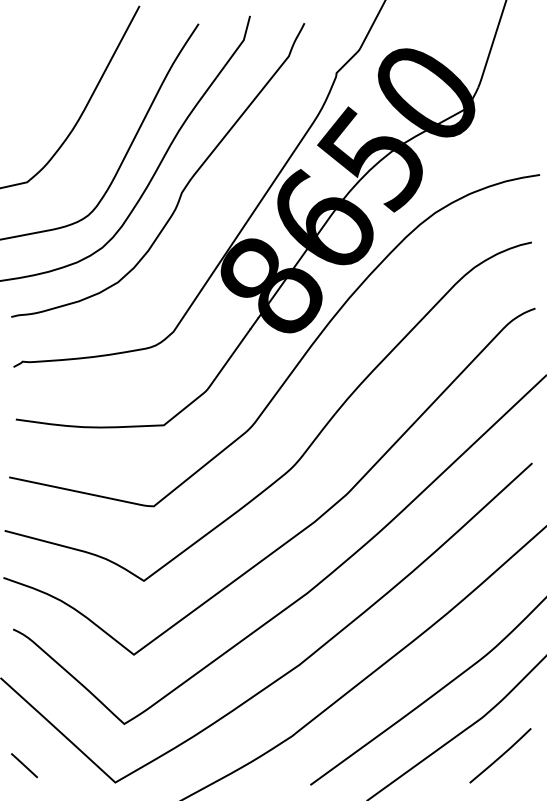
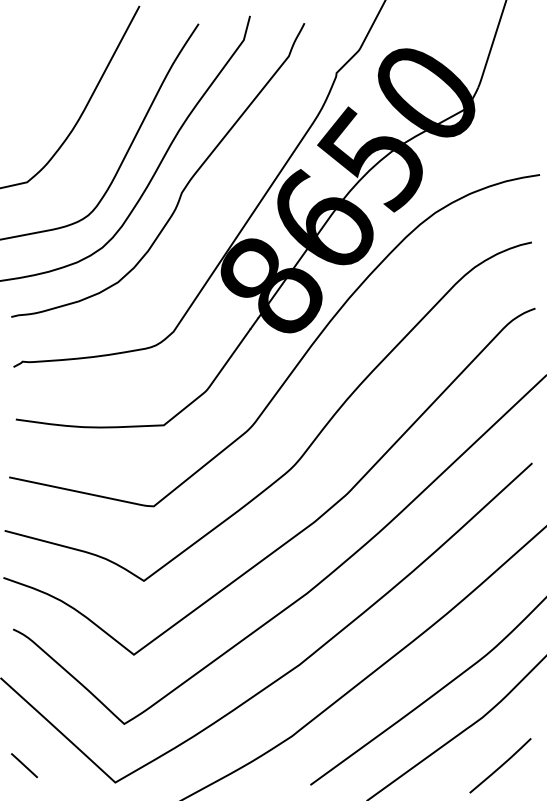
line at (500, 755) position: (500, 755) -> (500, 765)
